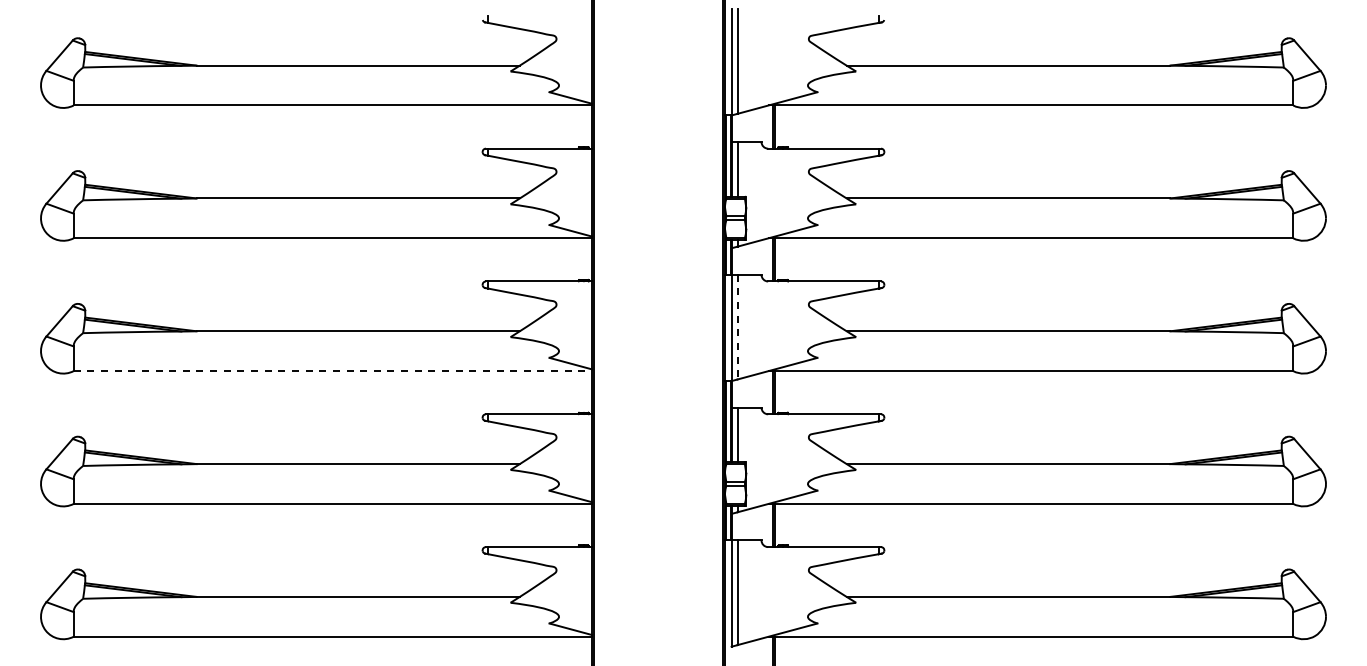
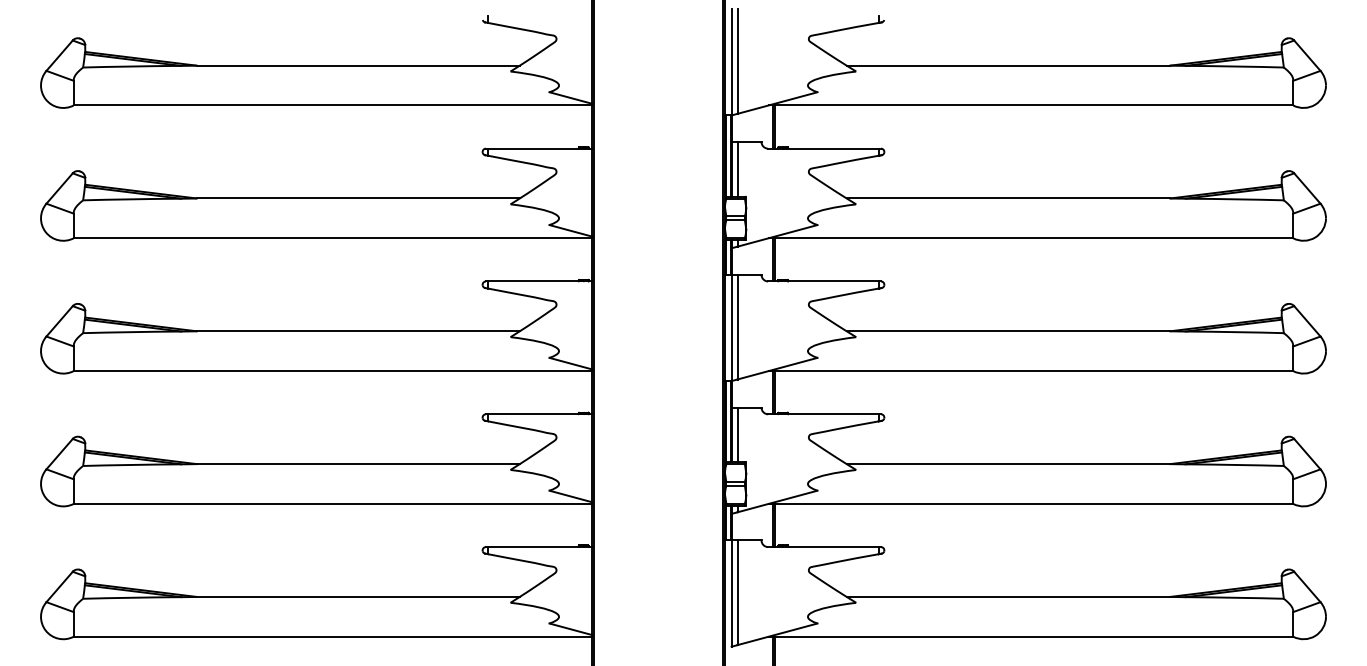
line at (737, 327): dashed -> solid
line at (333, 371): dashed -> solid
